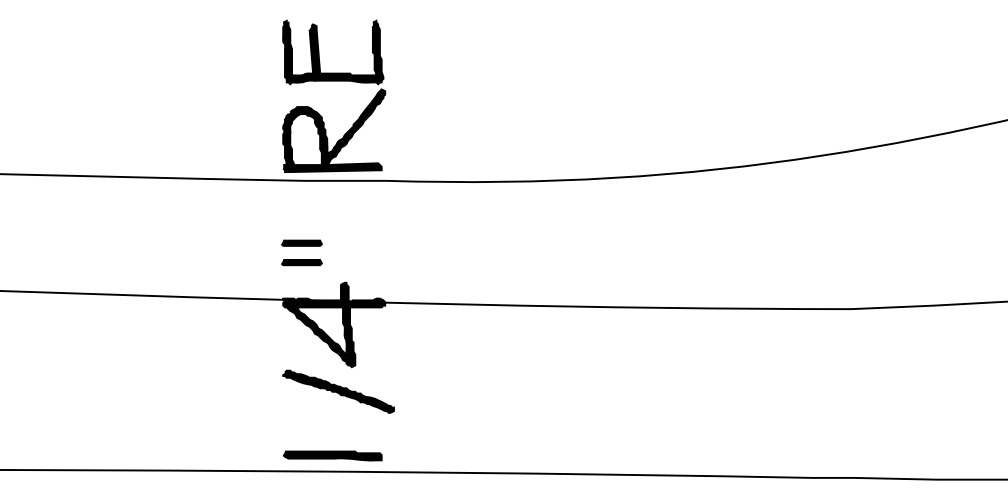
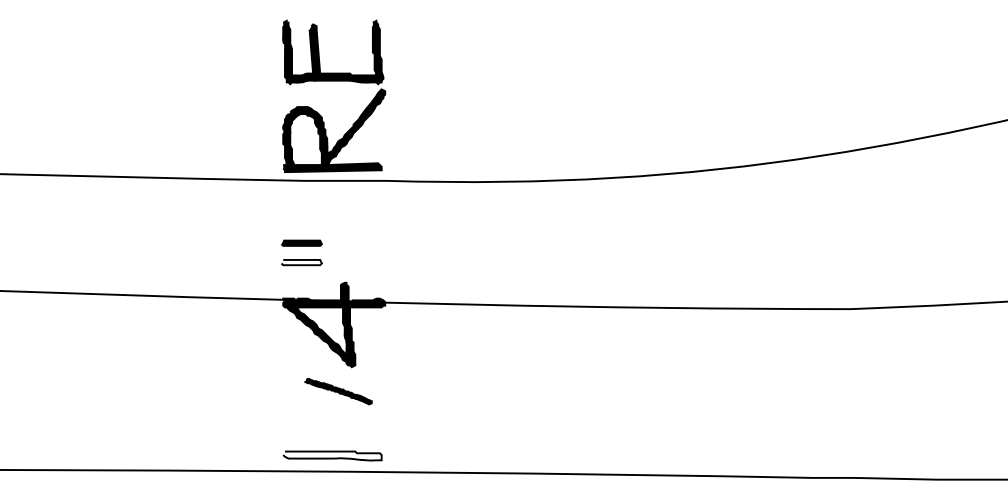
fill at (301, 262): present -> none
part at (338, 391) size: 113x45 px -> 69x28 px
fill at (332, 455): present -> none
